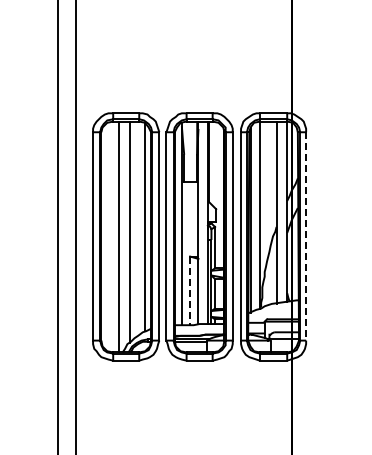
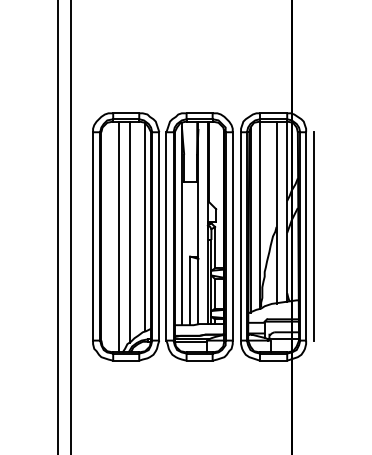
line at (75, 226) position: (75, 226) -> (70, 226)
line at (306, 236): dashed -> solid
line at (314, 236): none -> present
line at (190, 291): dashed -> solid
